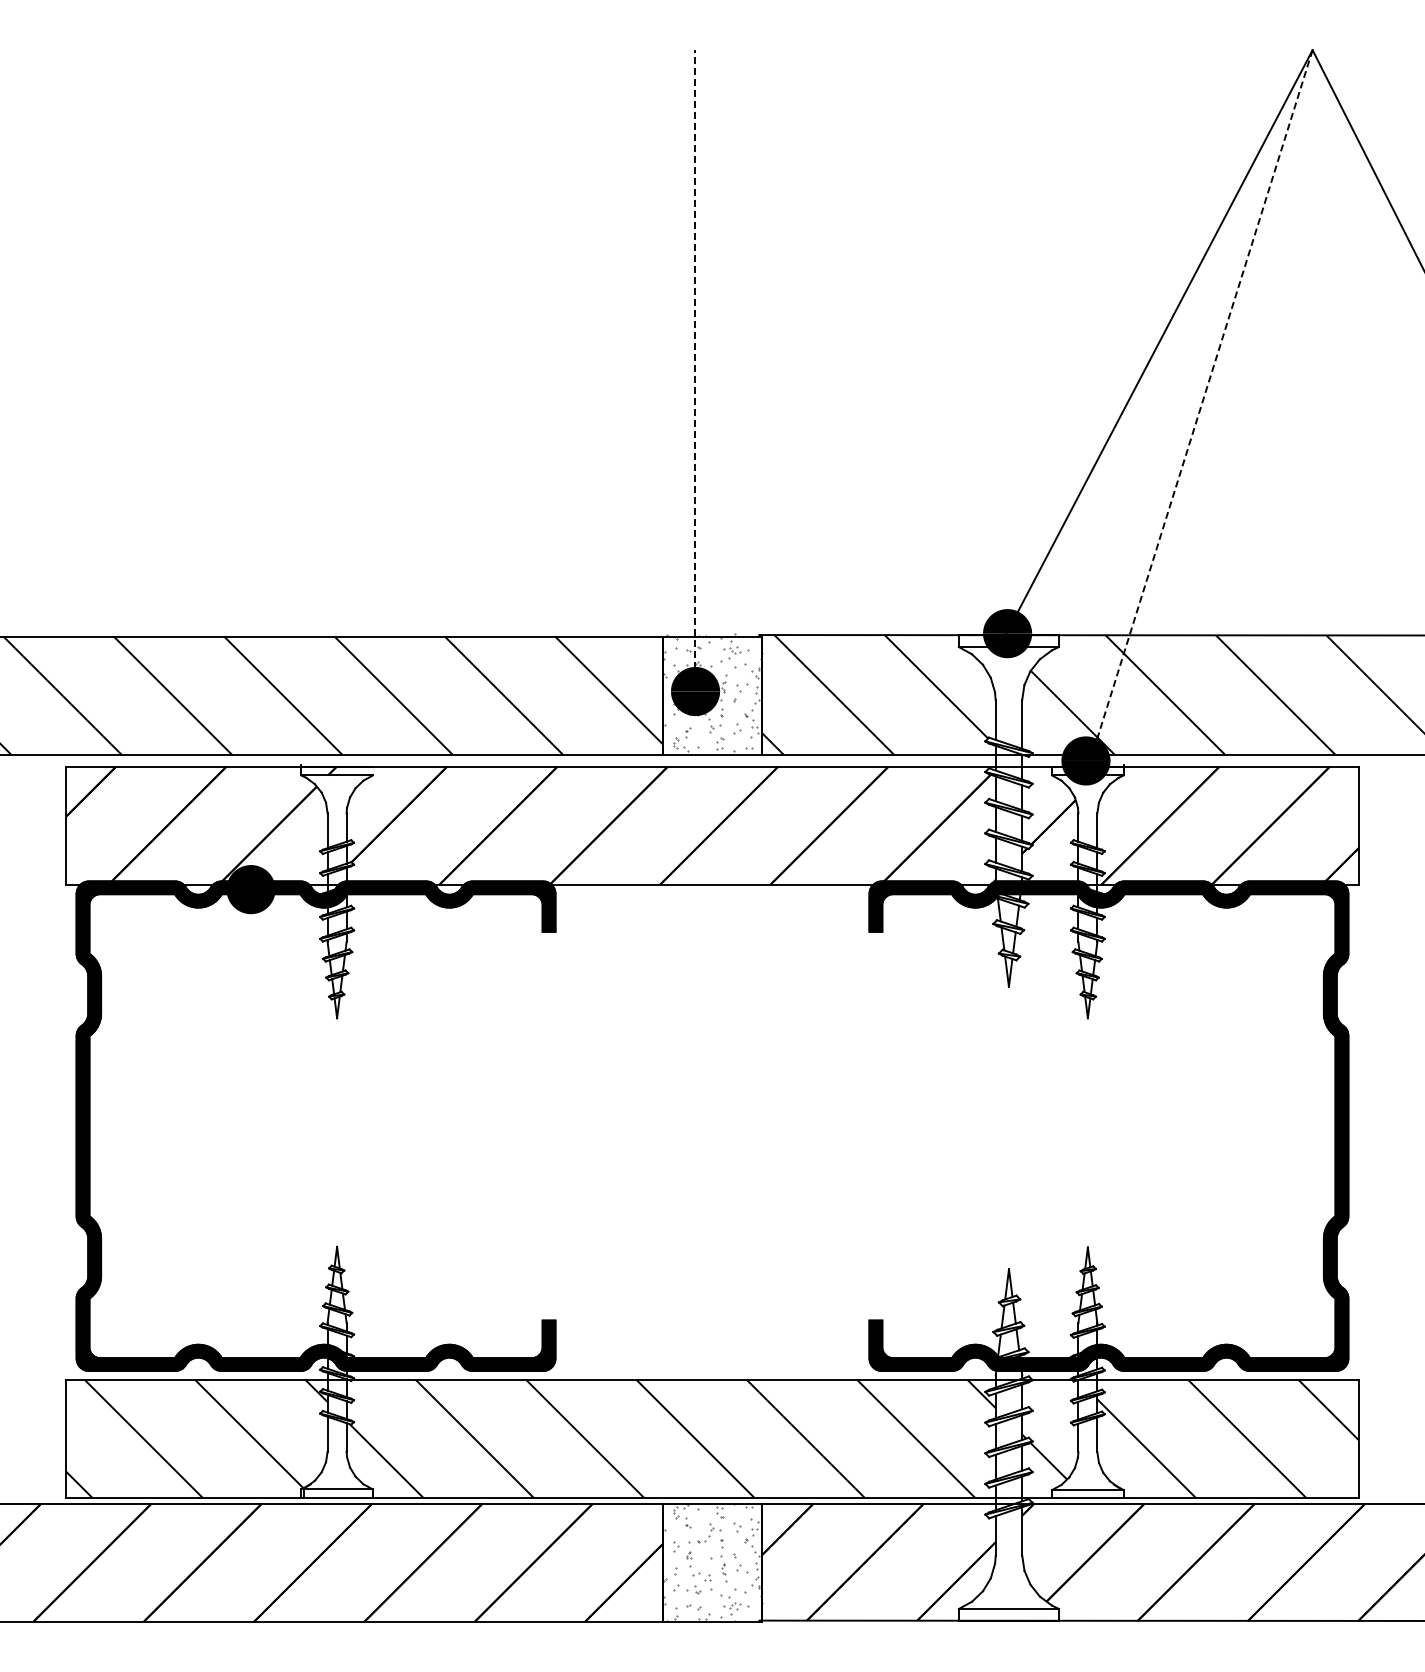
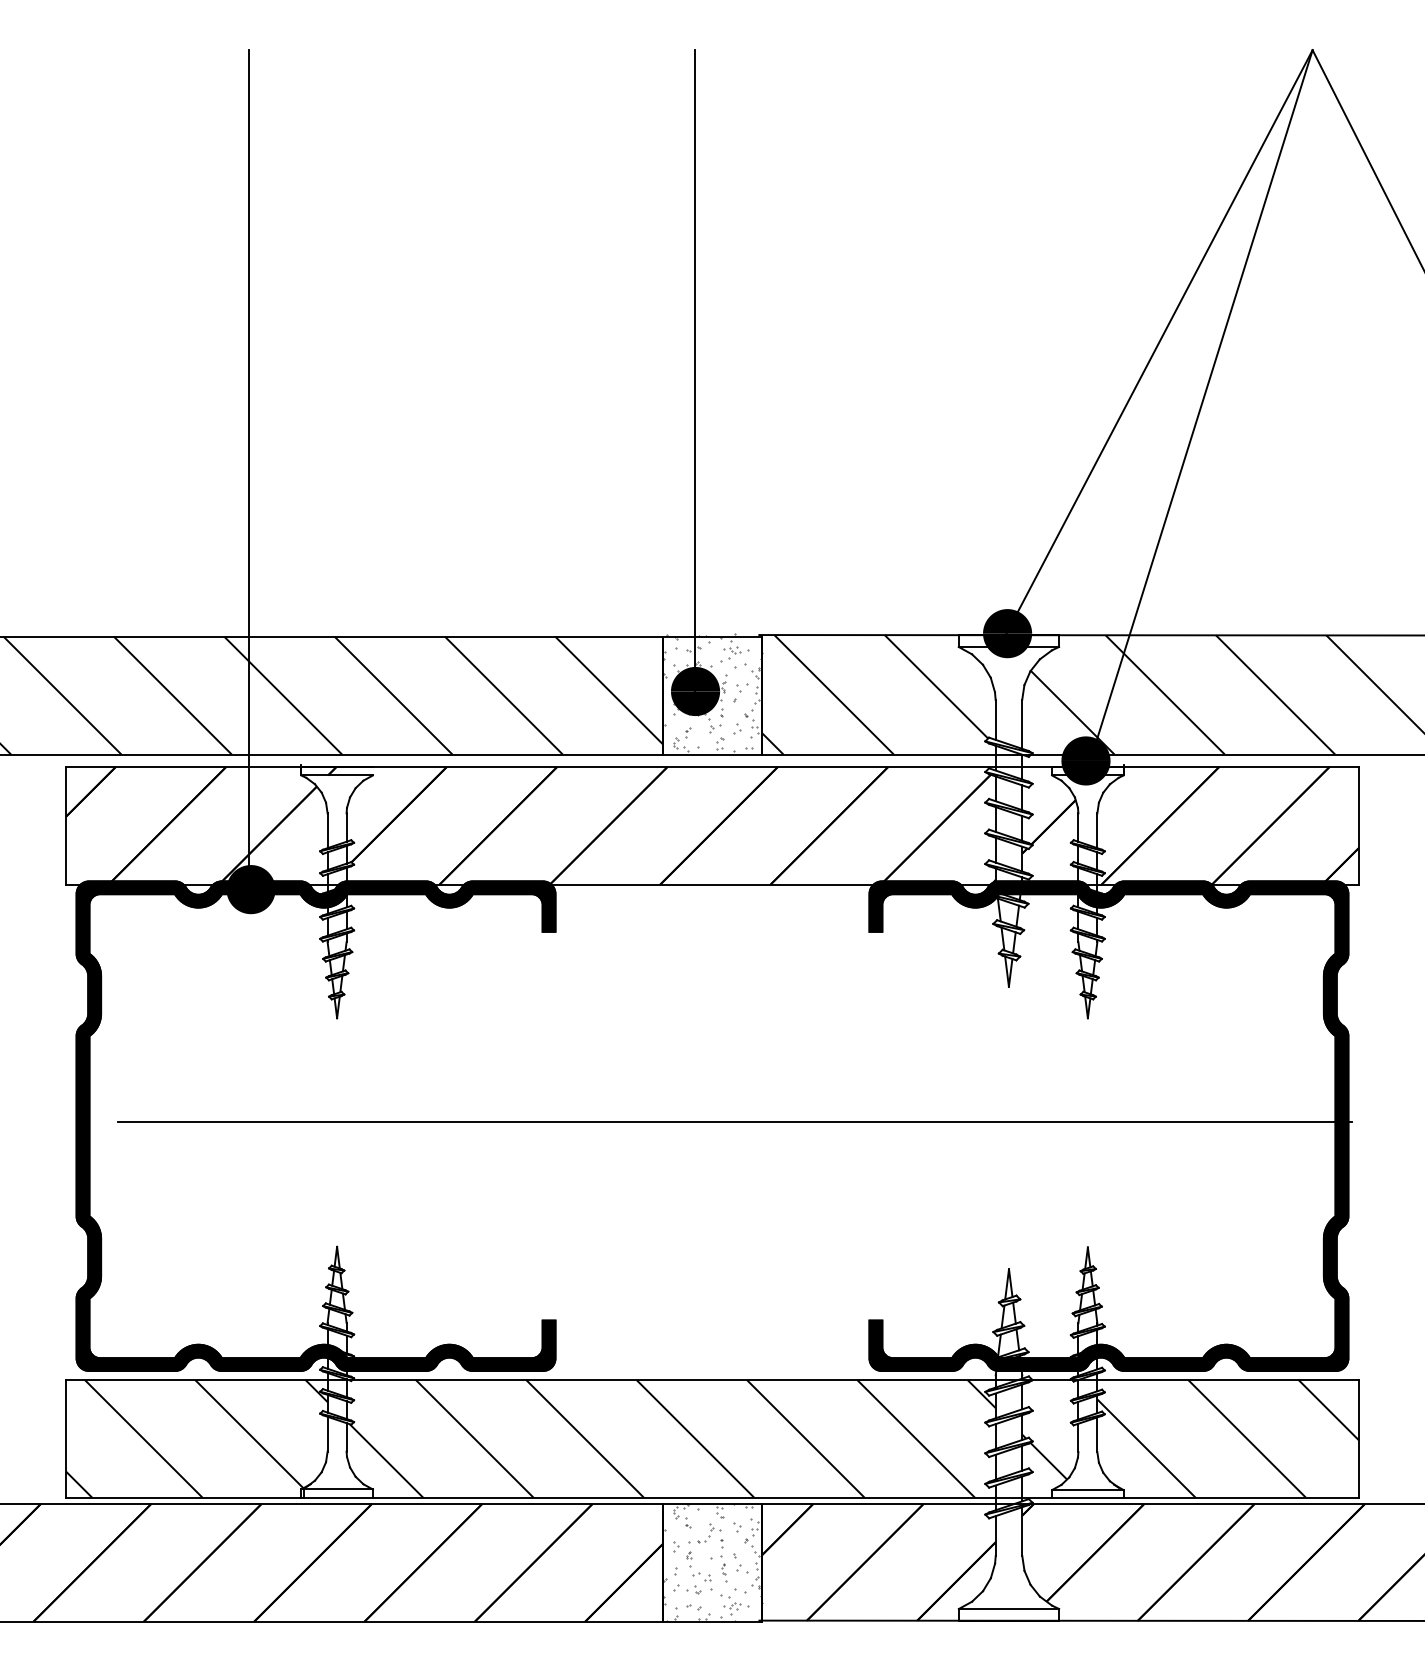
line at (694, 370): dashed -> solid
line at (1202, 402): dashed -> solid
line at (249, 467): none -> present
line at (735, 1122): none -> present
